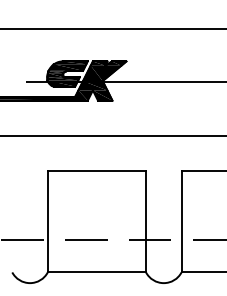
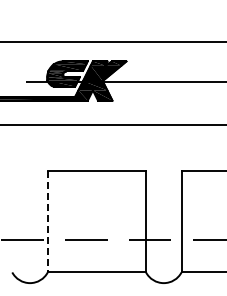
line at (112, 28) position: (112, 28) -> (112, 41)
line at (112, 136) position: (112, 136) -> (112, 125)
line at (47, 222): solid -> dashed
